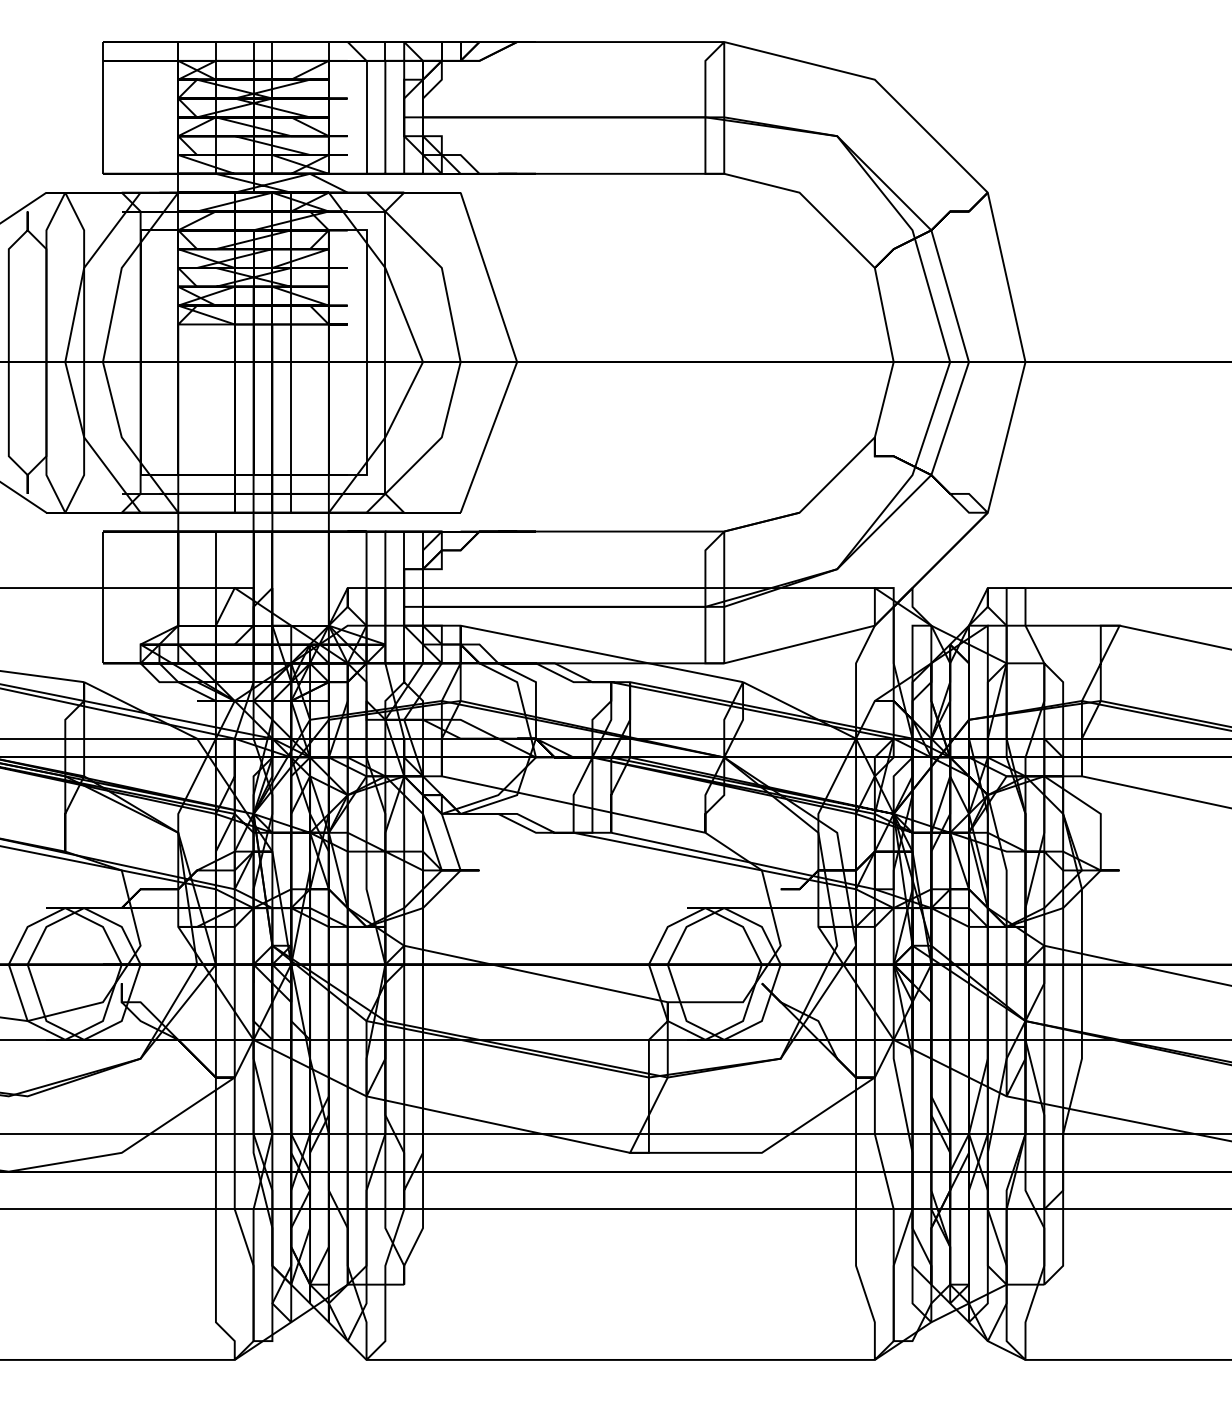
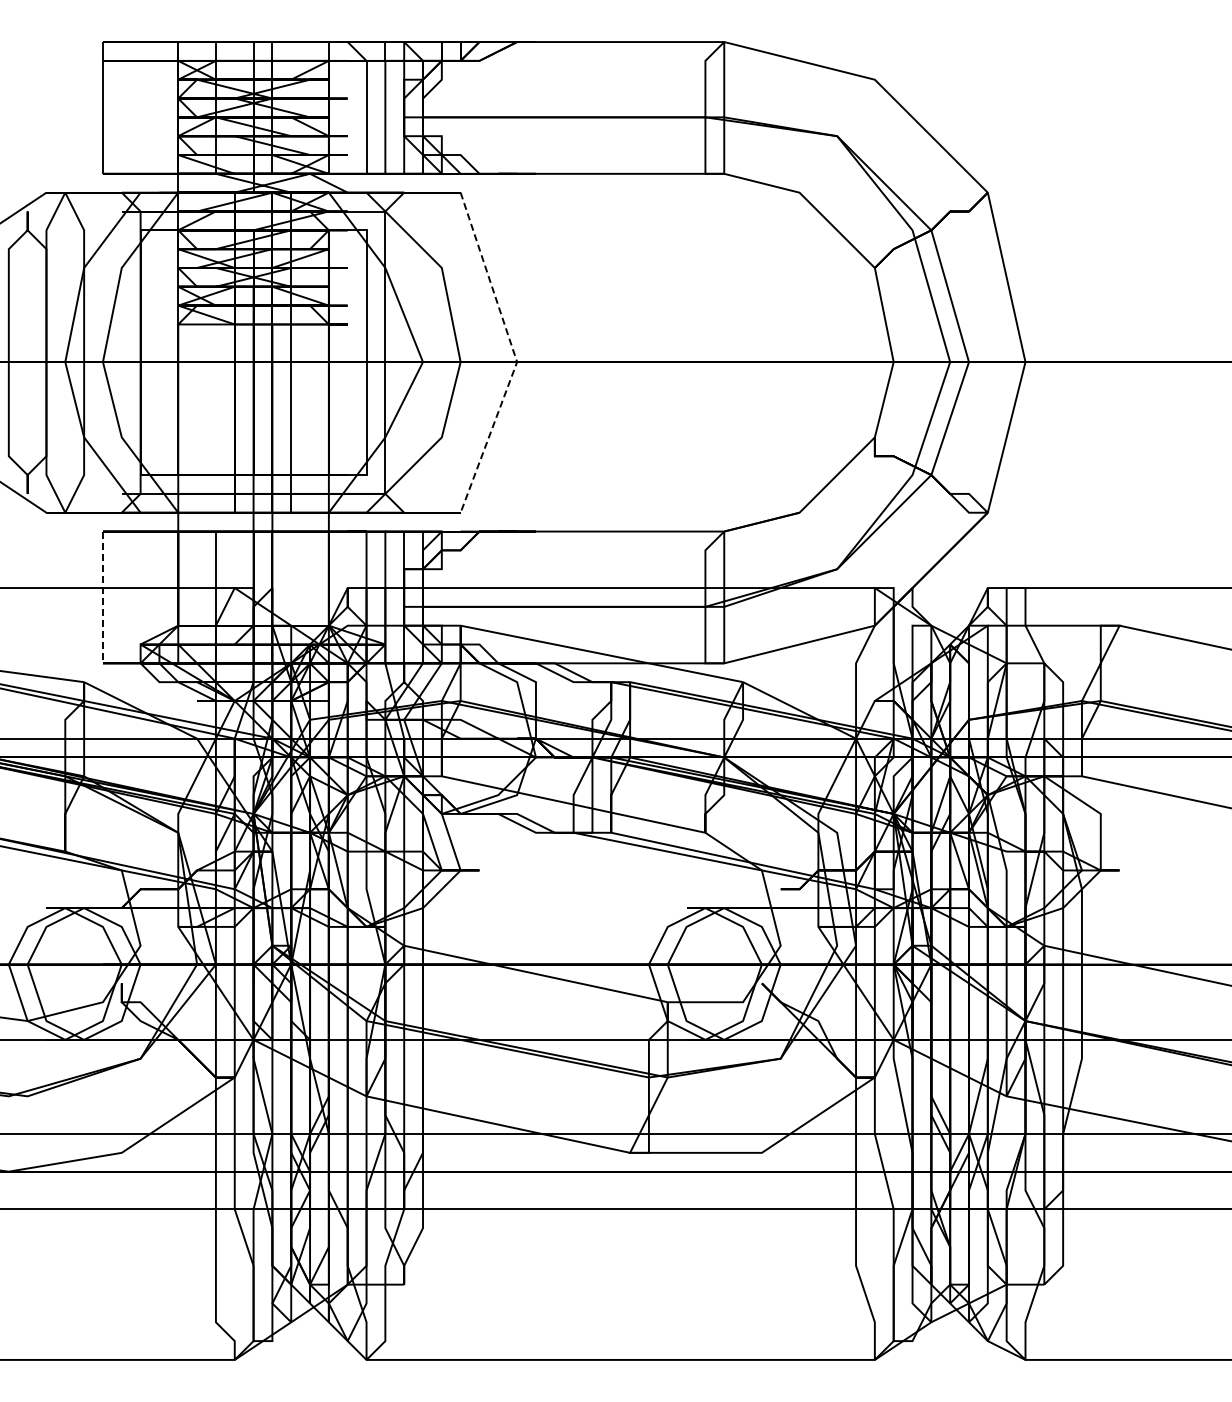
line at (514, 354): solid -> dashed
line at (102, 597): solid -> dashed
